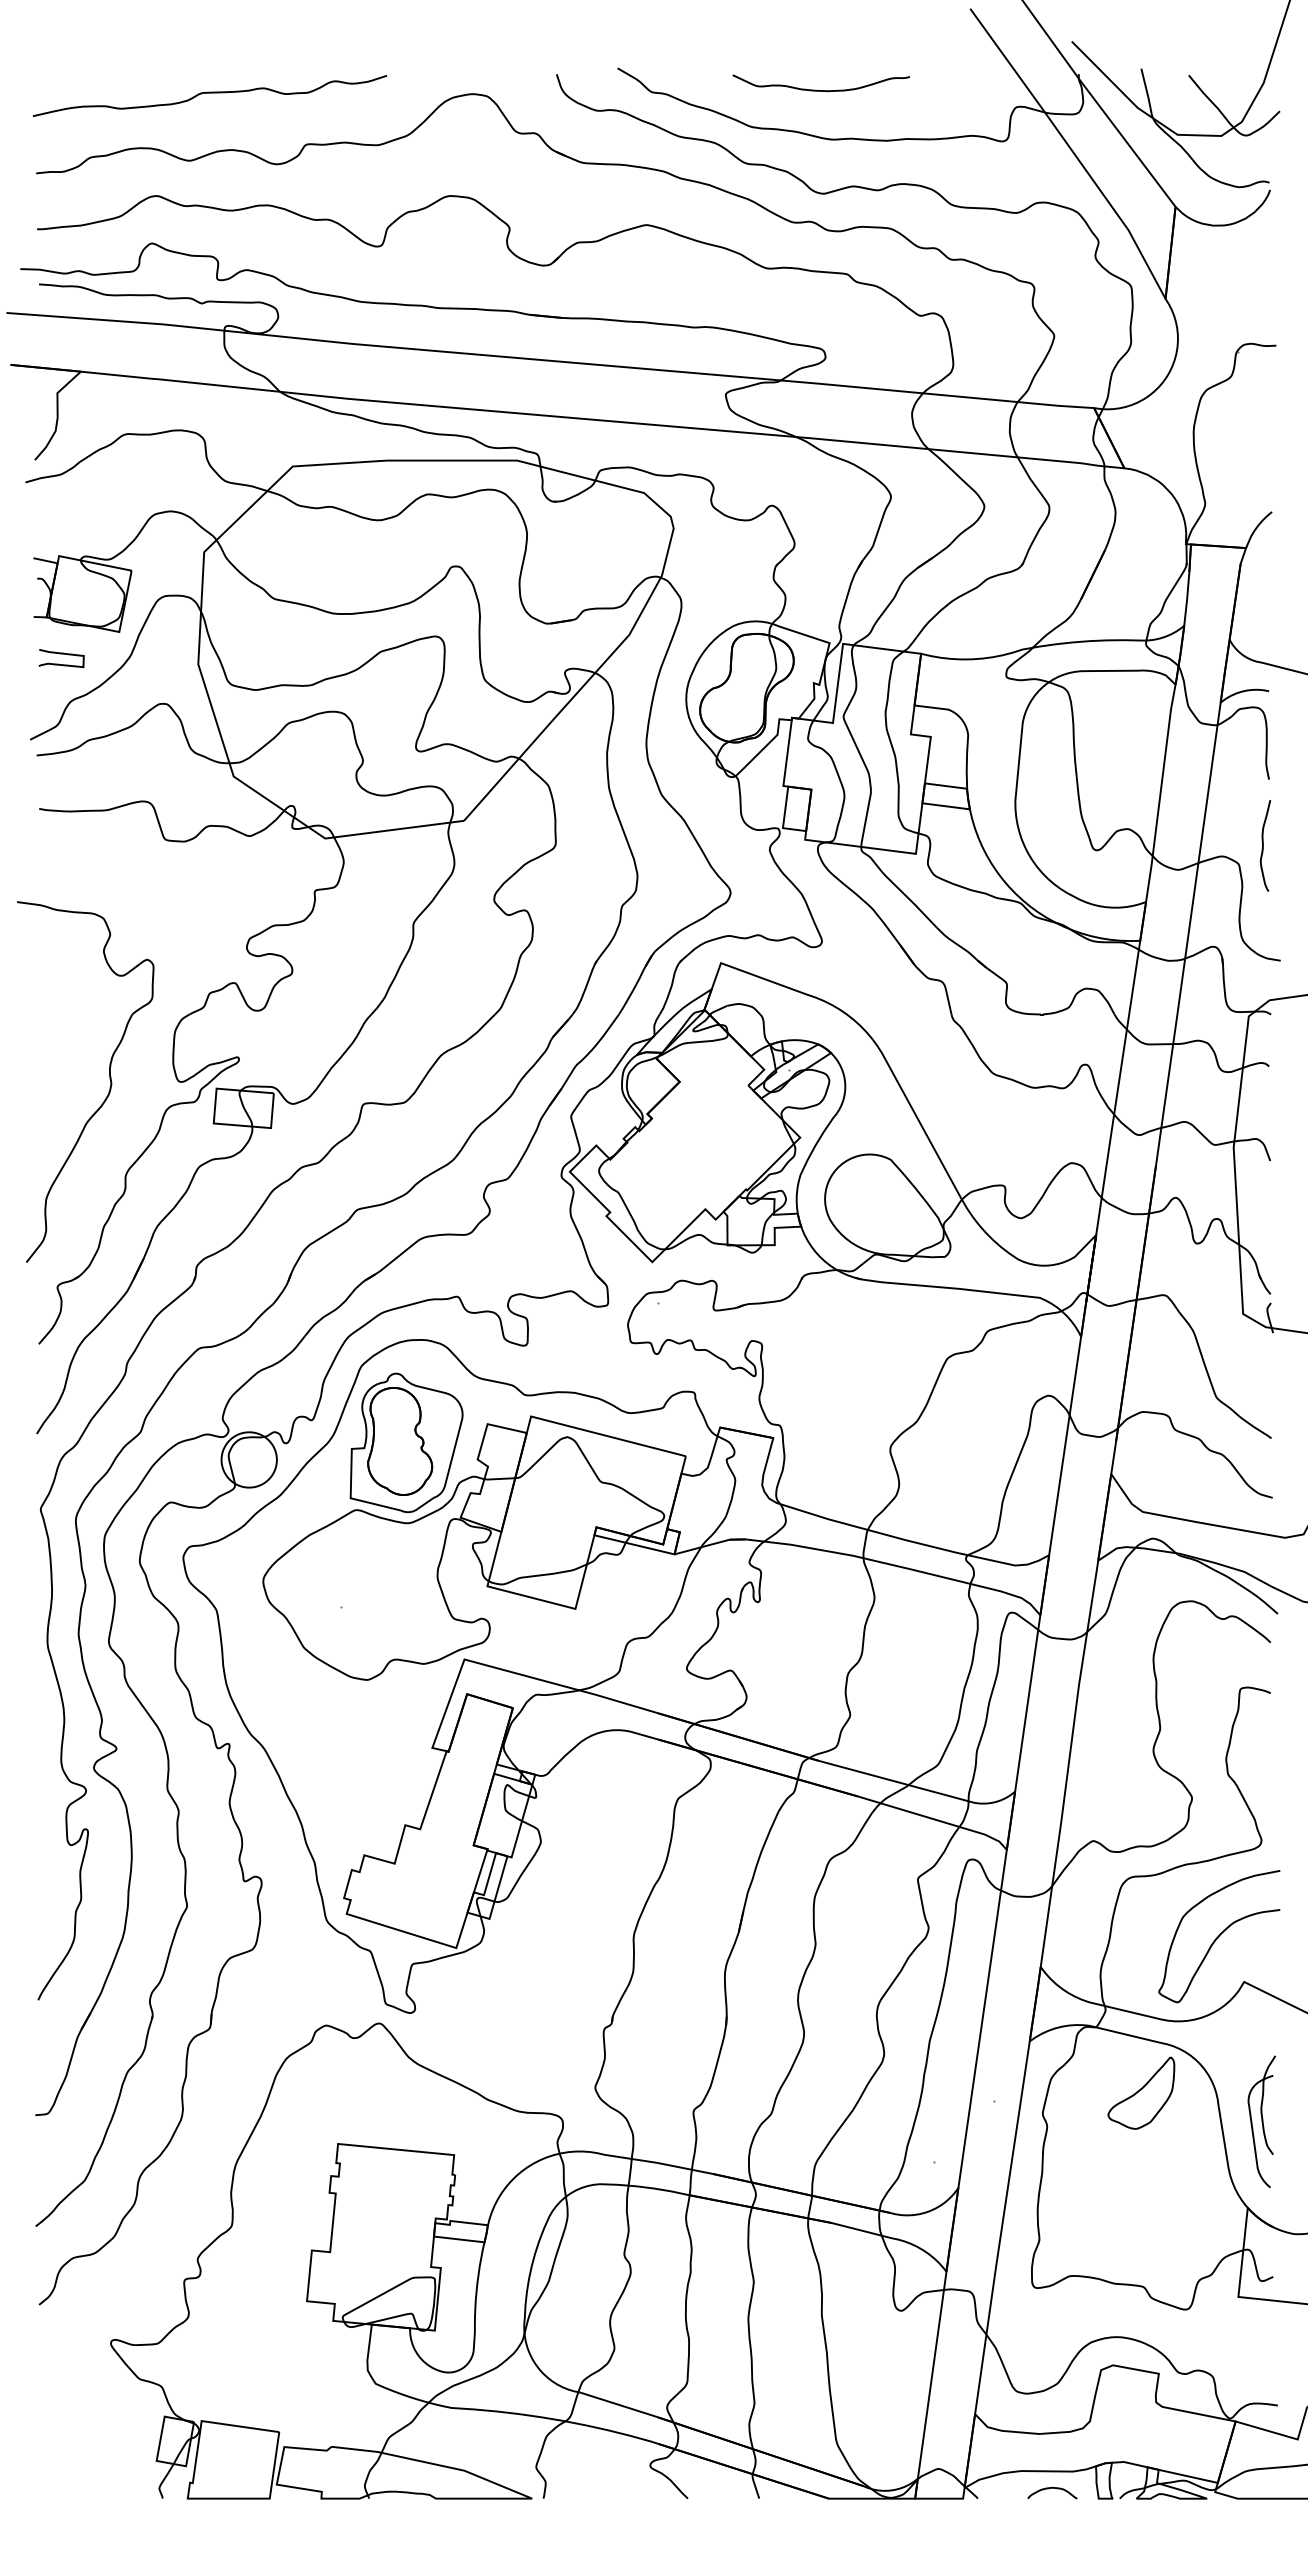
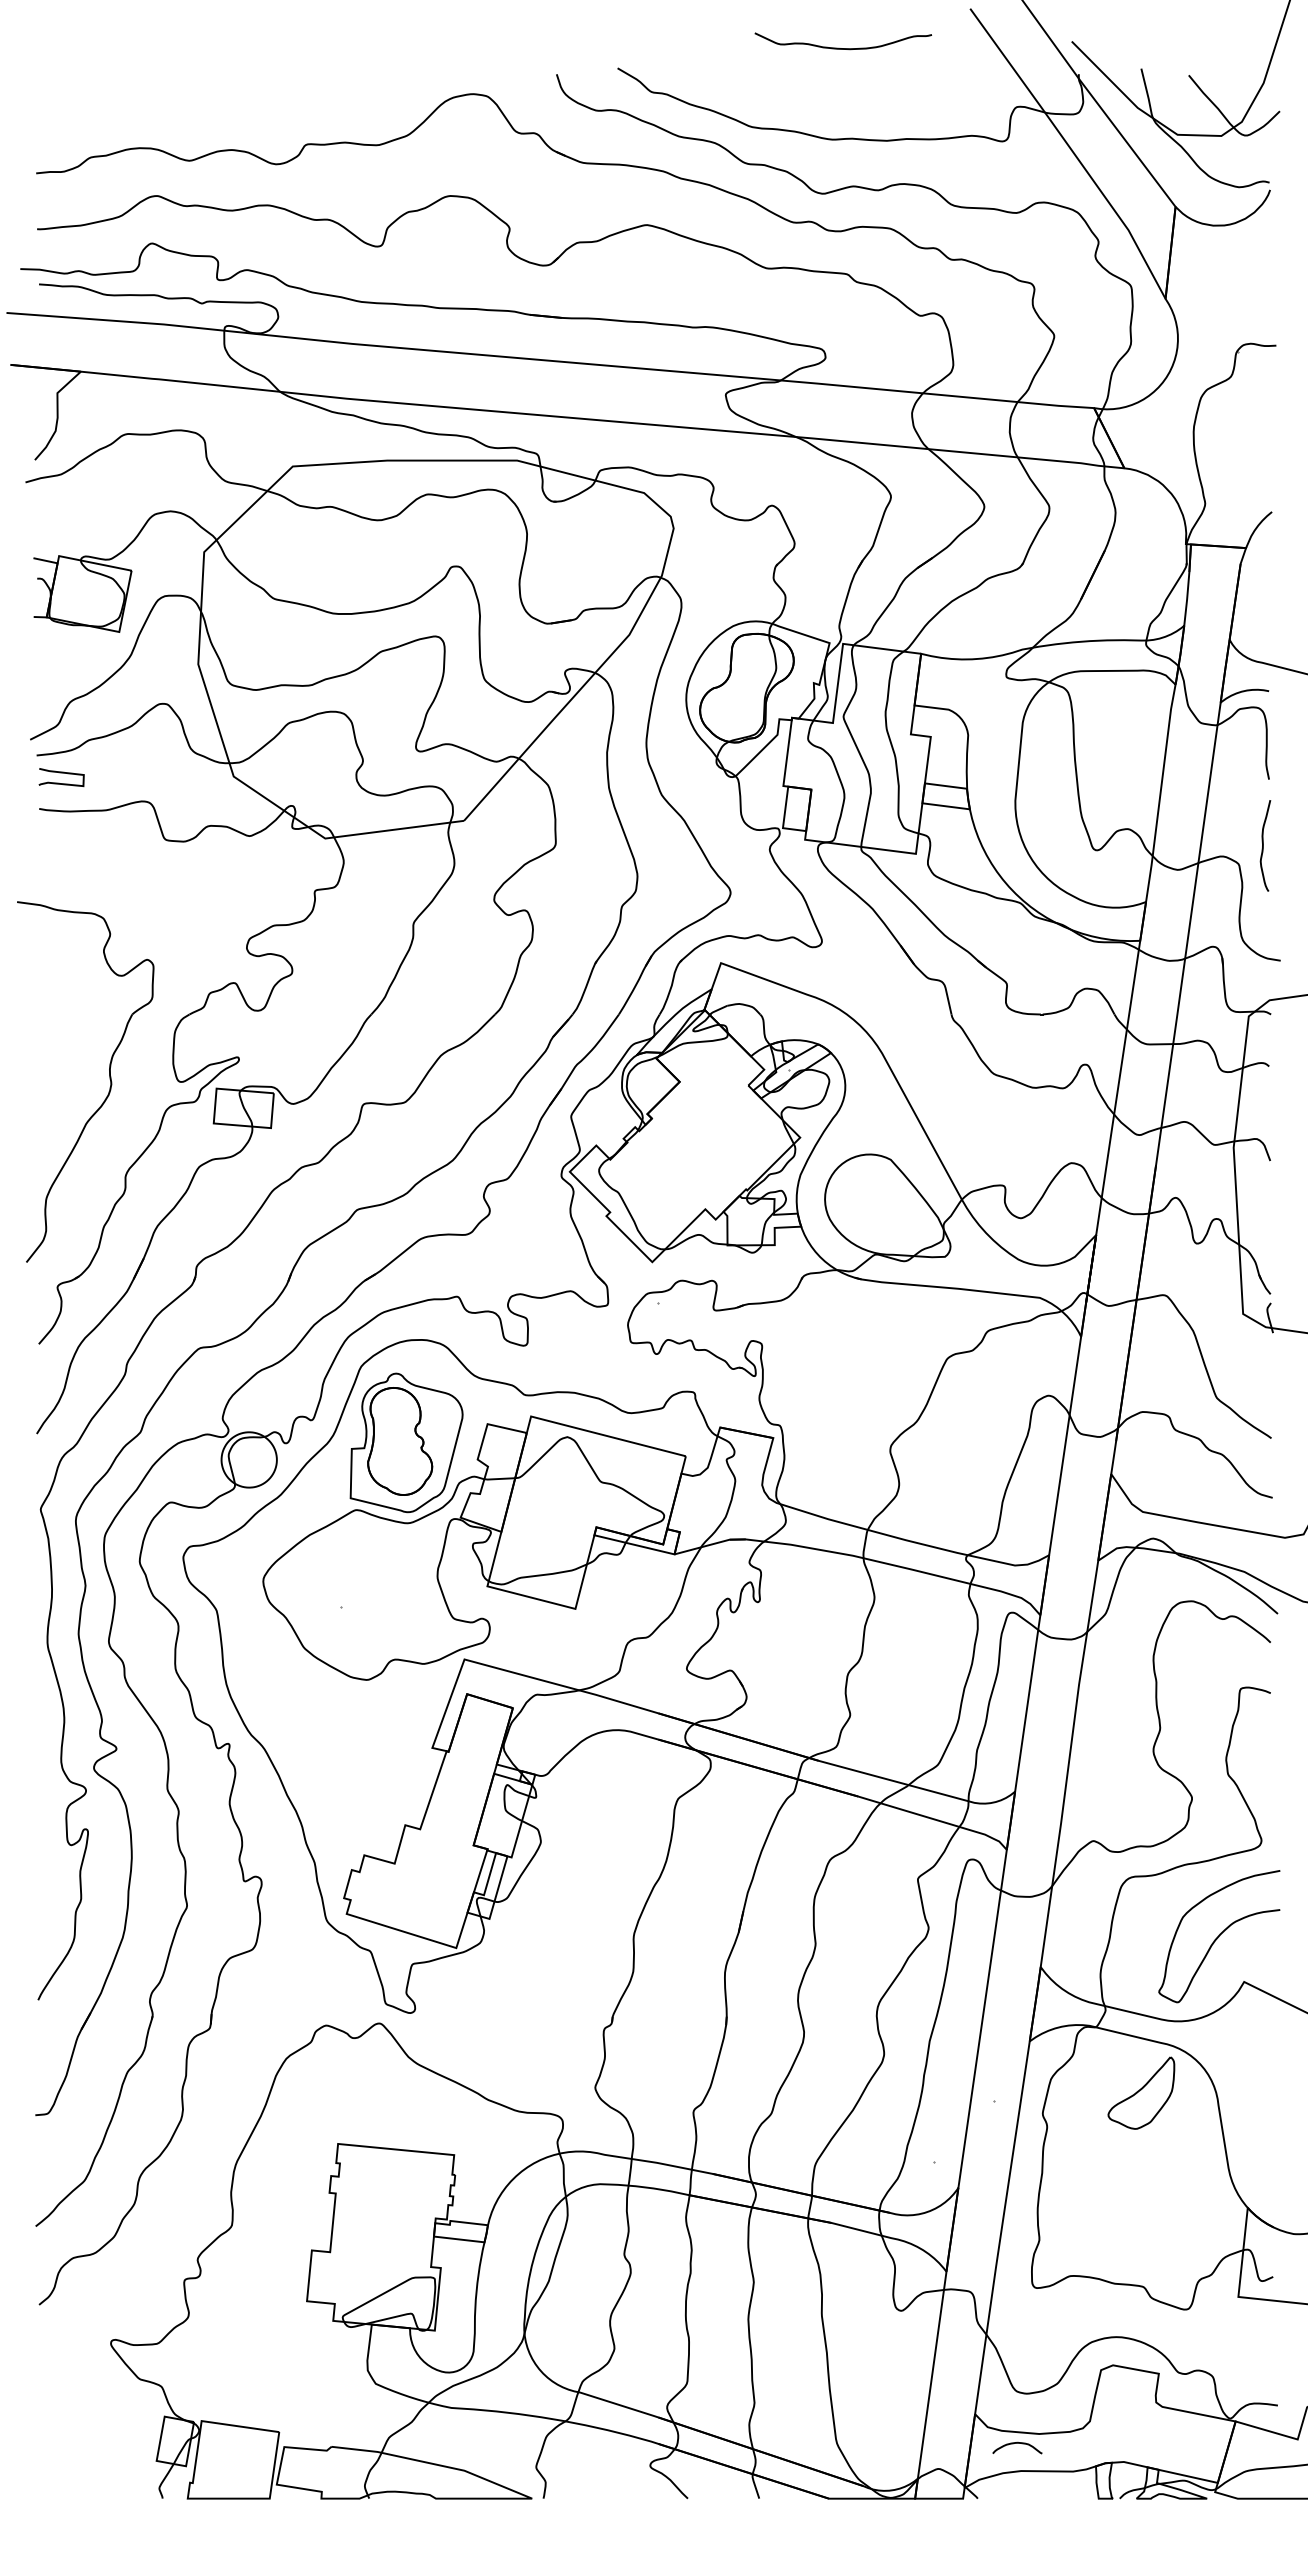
curve at (821, 90) position: (821, 90) -> (843, 48)
curve at (209, 93): present -> none
curve at (61, 654) position: (61, 654) -> (61, 773)
part at (1261, 2121): present -> none
curve at (1052, 2488) position: (1052, 2488) -> (1017, 2443)
